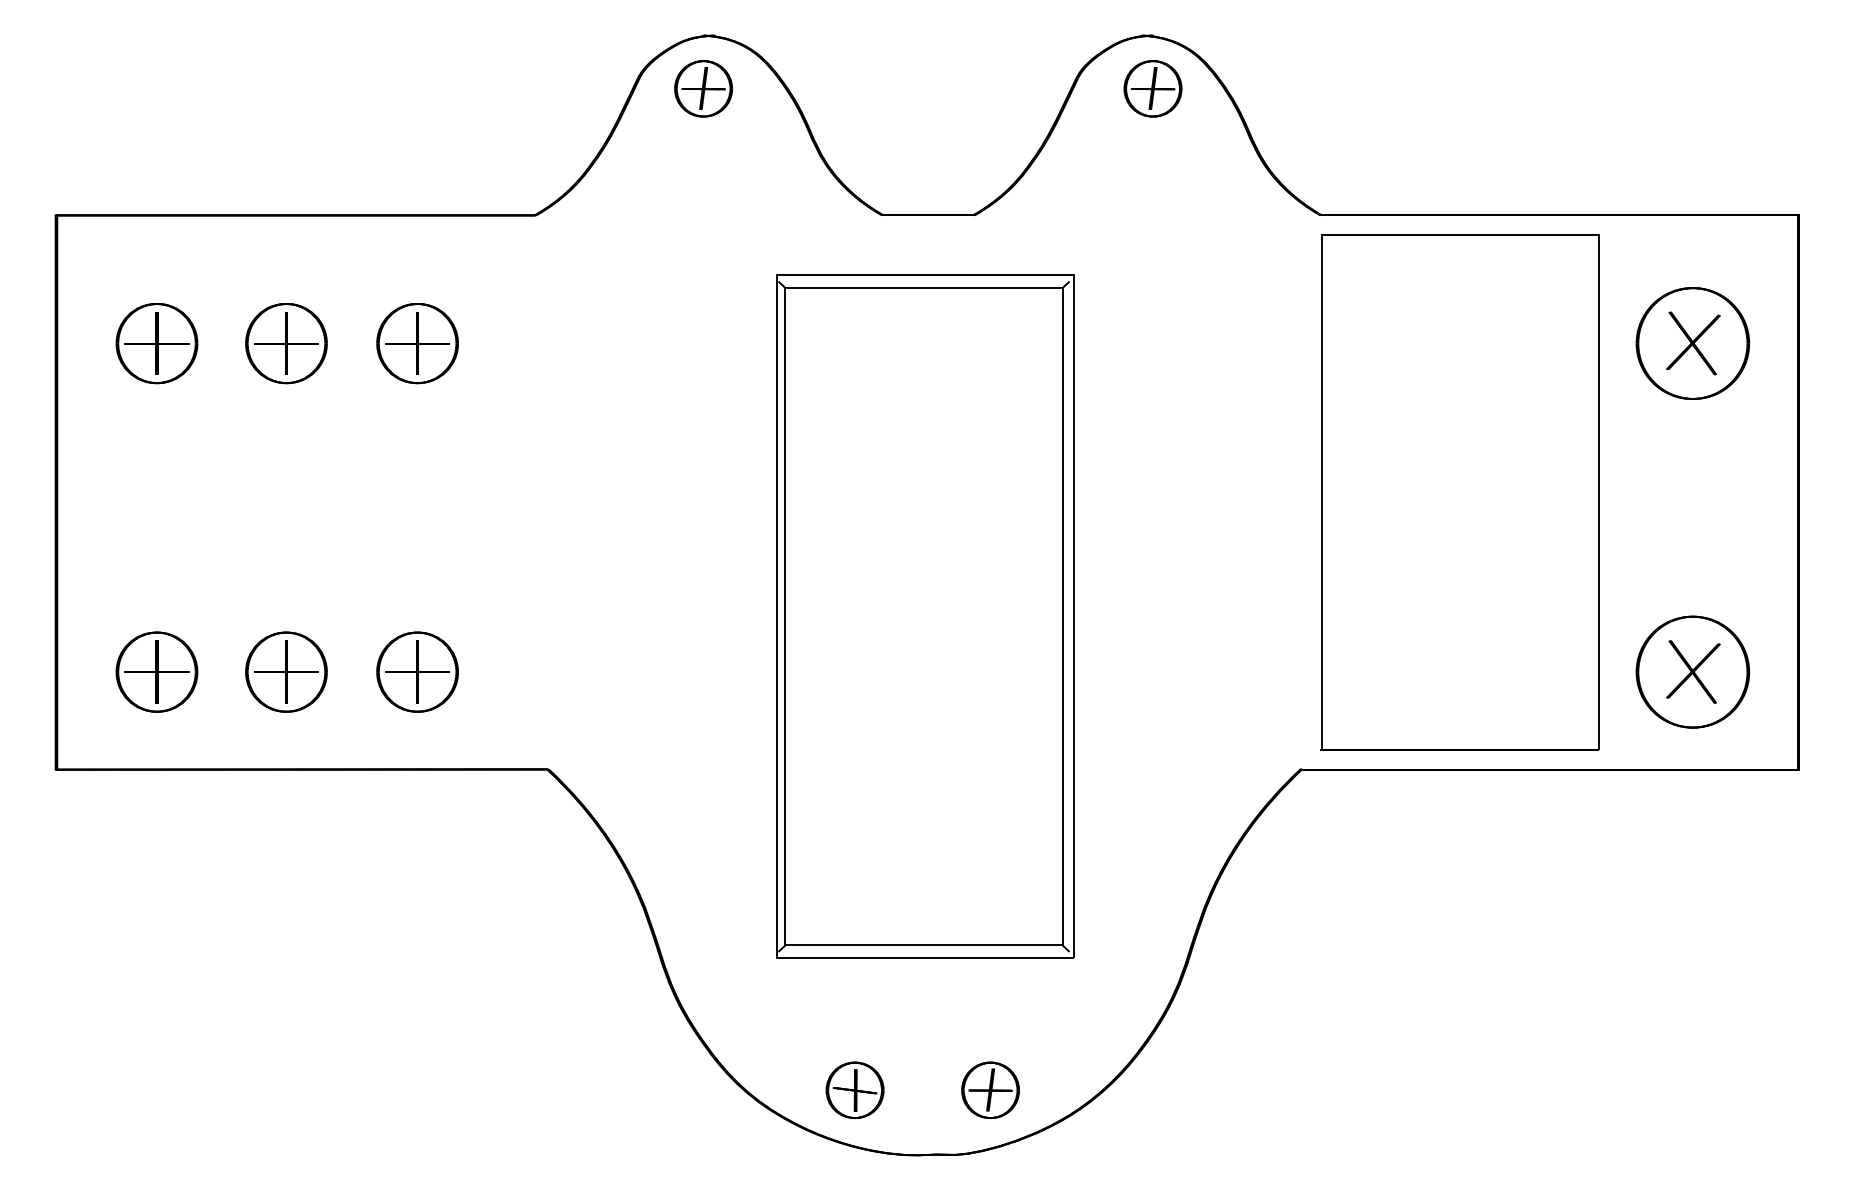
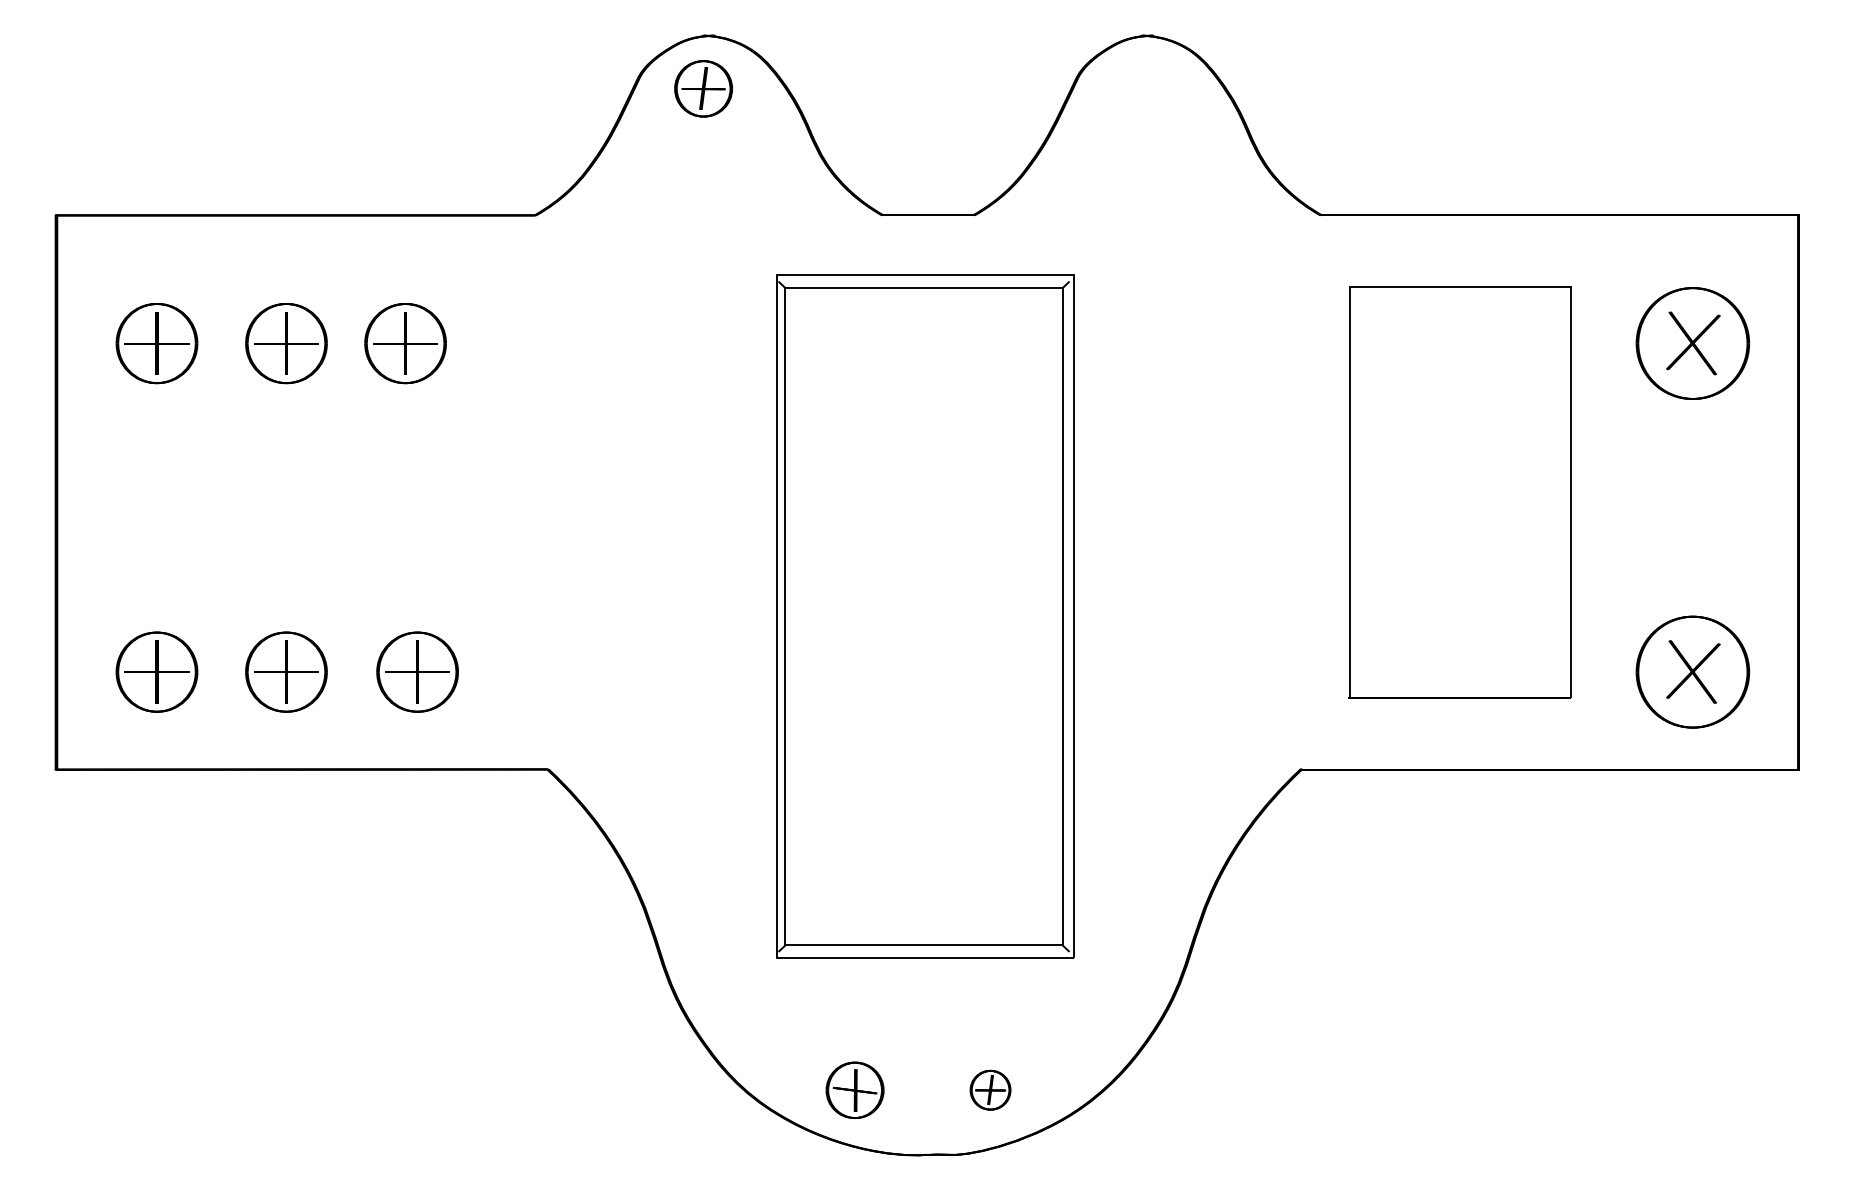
part at (1152, 88): present -> none
part at (417, 343) position: (417, 343) -> (405, 343)
part at (1459, 492) size: 280x517 px -> 224x413 px
part at (990, 1089) size: 59x58 px -> 43x42 px
